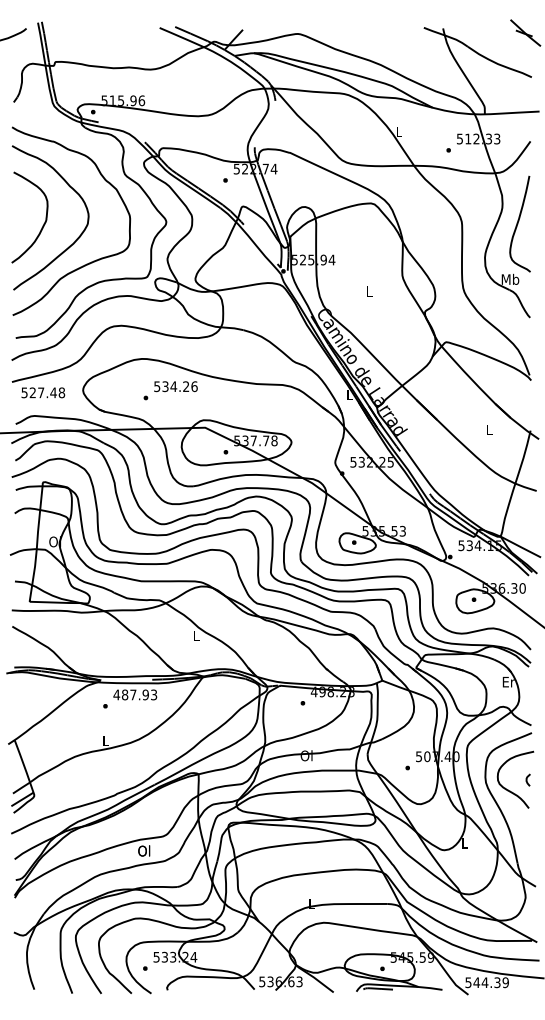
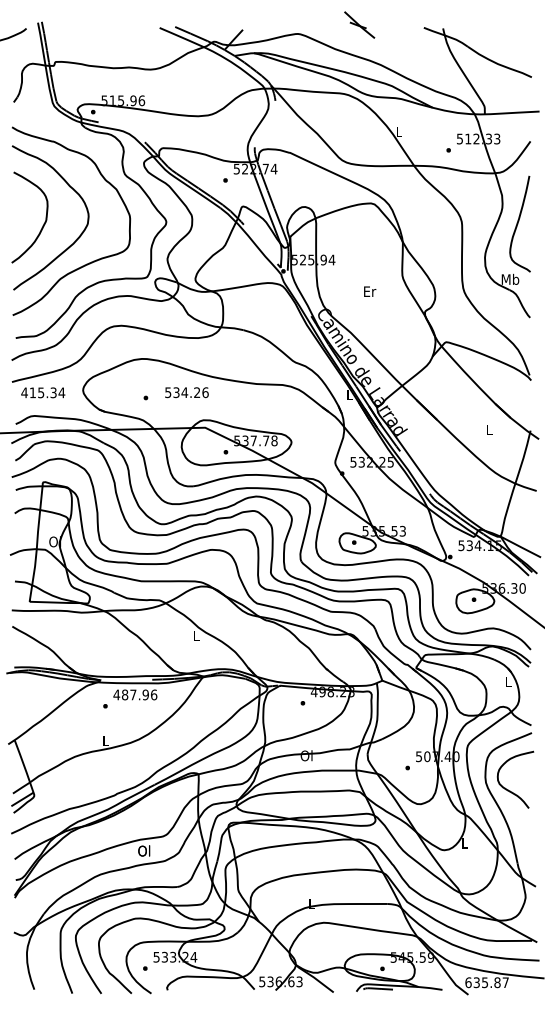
part at (525, 32) position: (525, 32) -> (359, 24)
text at (370, 291): L -> Er
text at (175, 386) position: (175, 386) -> (186, 392)
text at (42, 392): 527.48 -> 415.34
text at (508, 681): Er -> L
text at (154, 694): 487.93 -> 487.96
curve at (527, 779): present -> none
text at (486, 982): 544.39 -> 635.87
